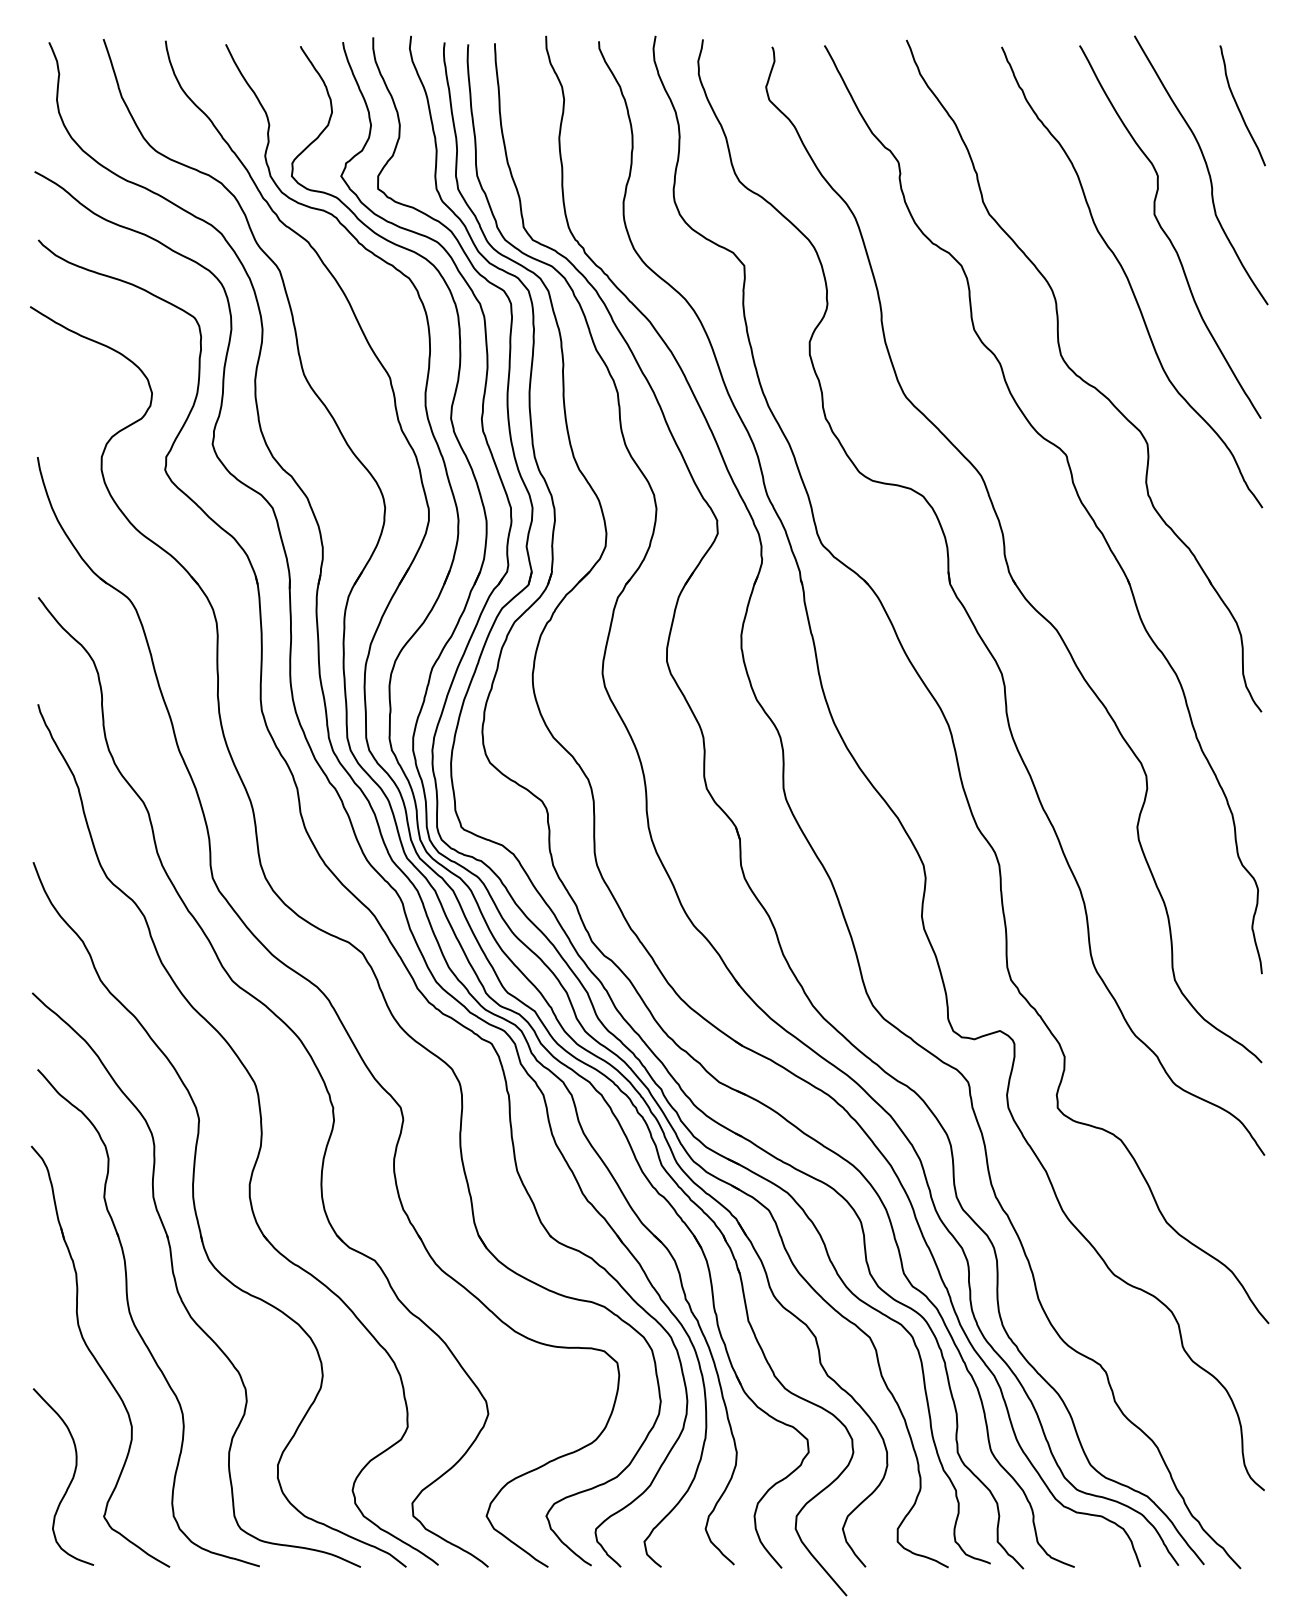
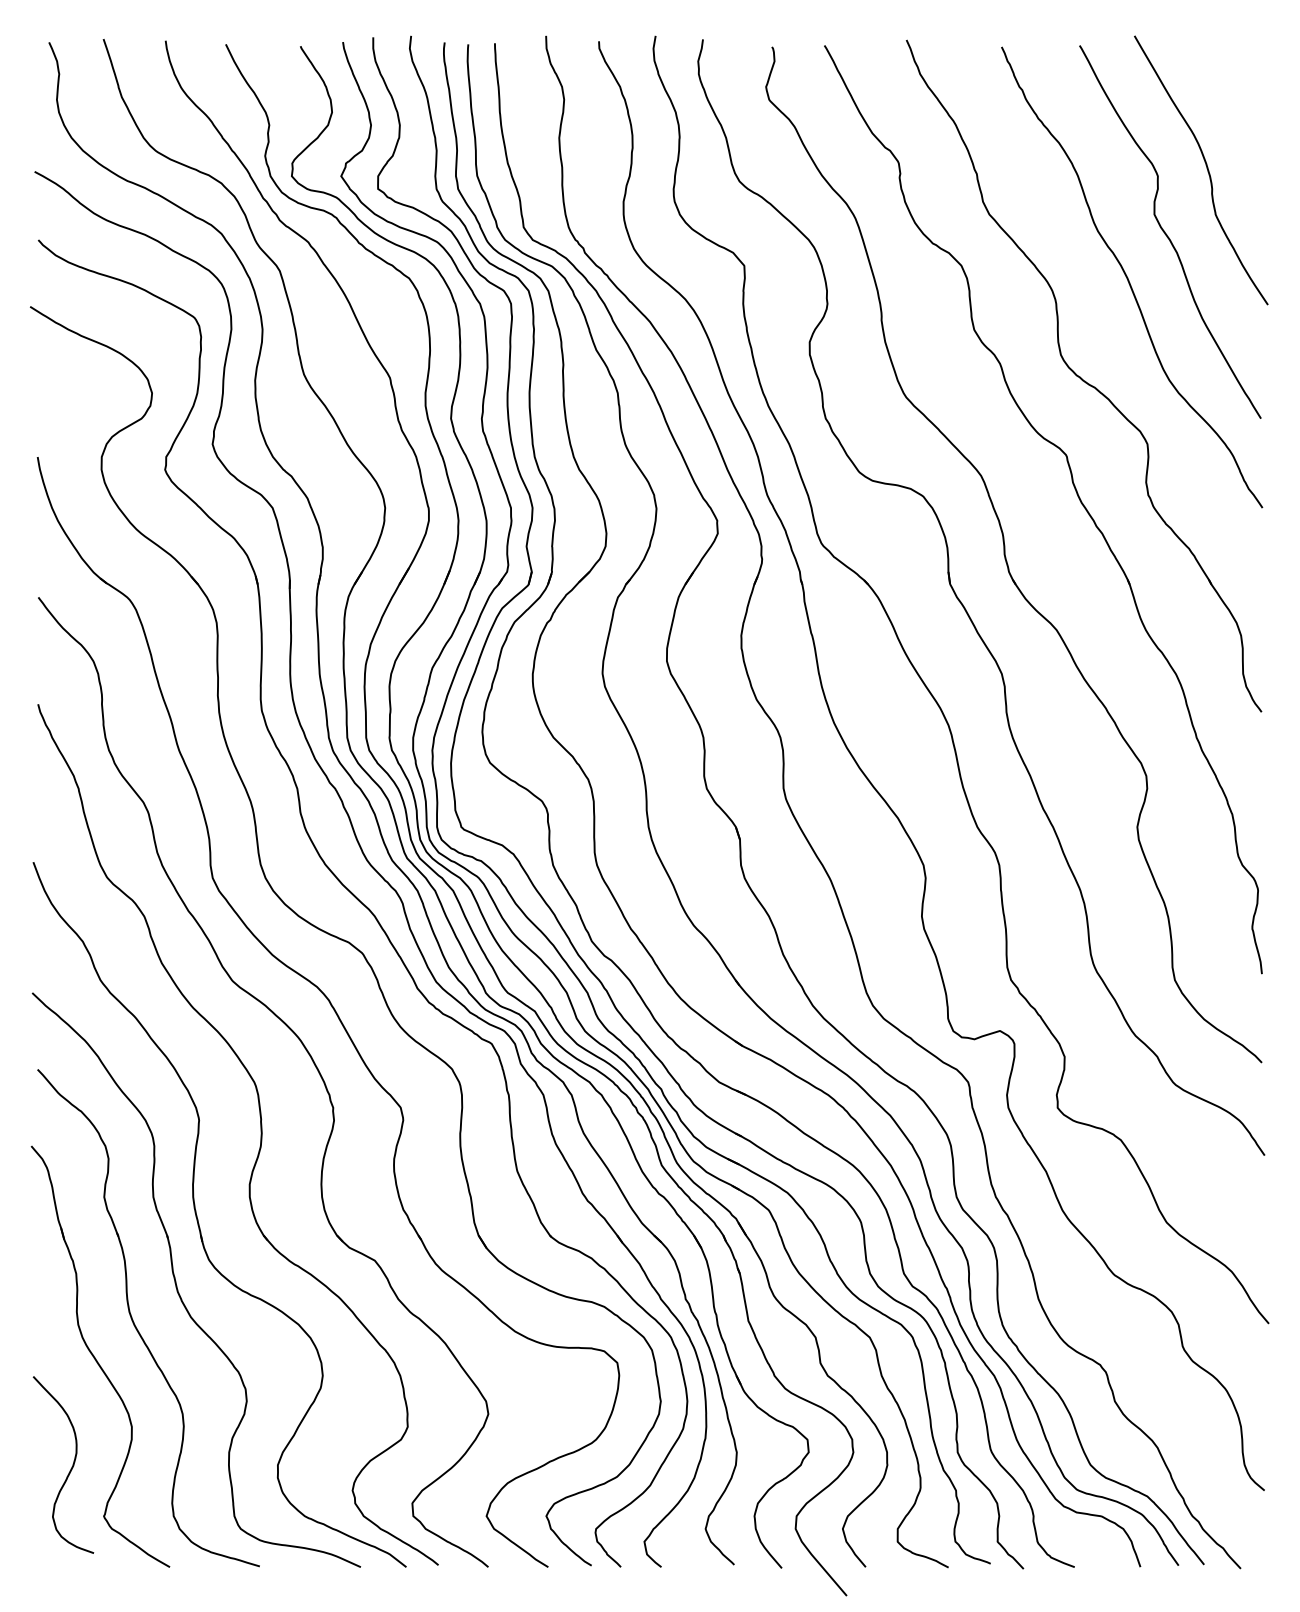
curve at (1238, 105): present -> none
curve at (70, 1480) position: (70, 1480) -> (70, 1468)
